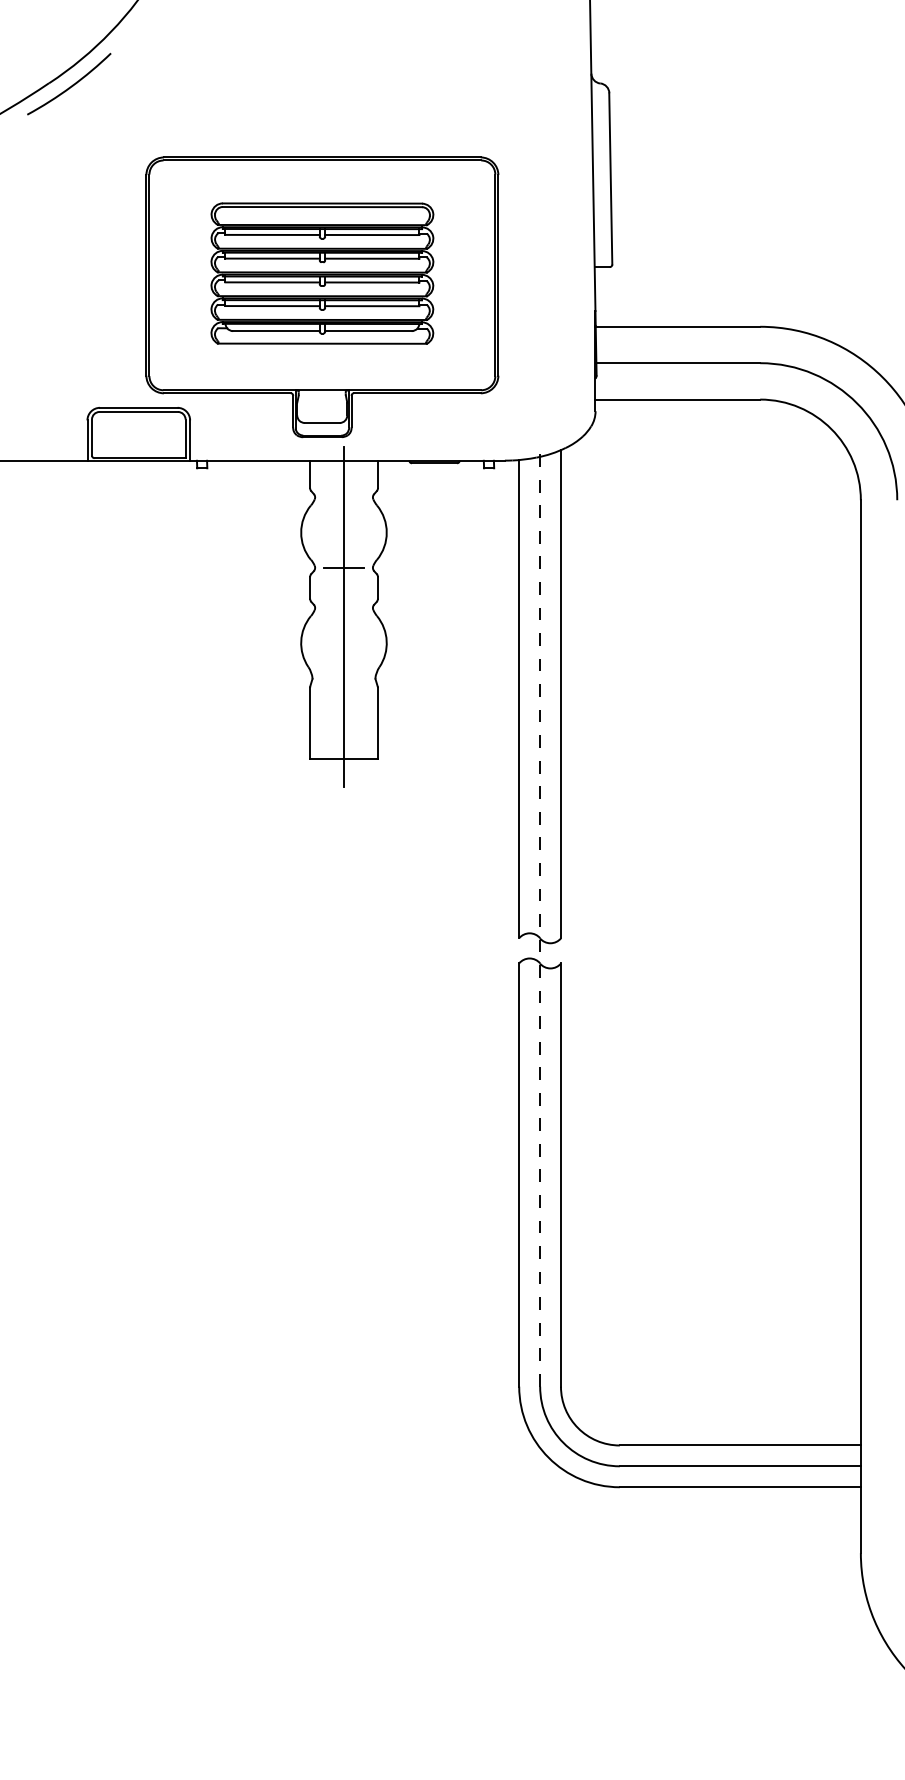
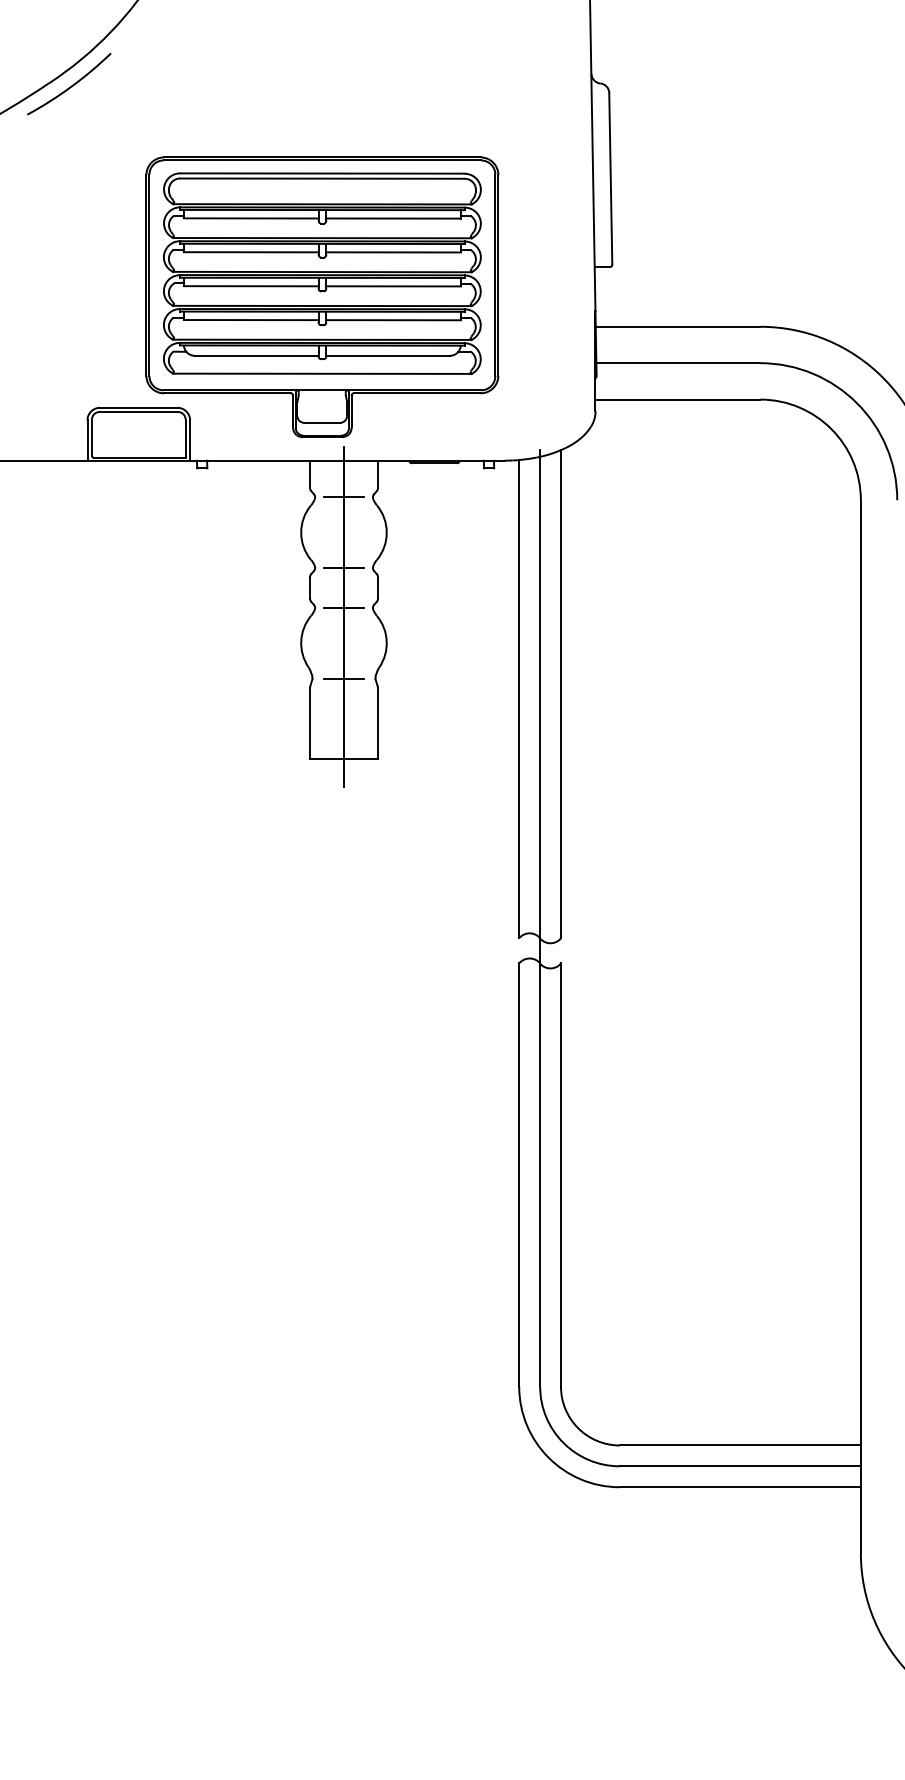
part at (322, 273) size: 225x143 px -> 319x203 px
line at (343, 497): none -> present
line at (343, 608): none -> present
line at (343, 678): none -> present
line at (540, 917): dashed -> solid
